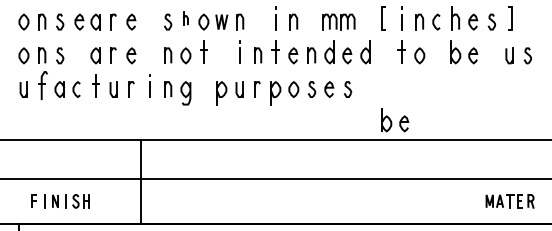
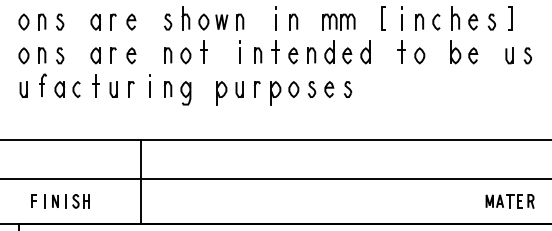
part at (185, 18) size: 7x15 px -> 10x25 px
curve at (79, 21): present -> none
part at (42, 85) size: 10x29 px -> 8x24 px
part at (395, 120): present -> none
